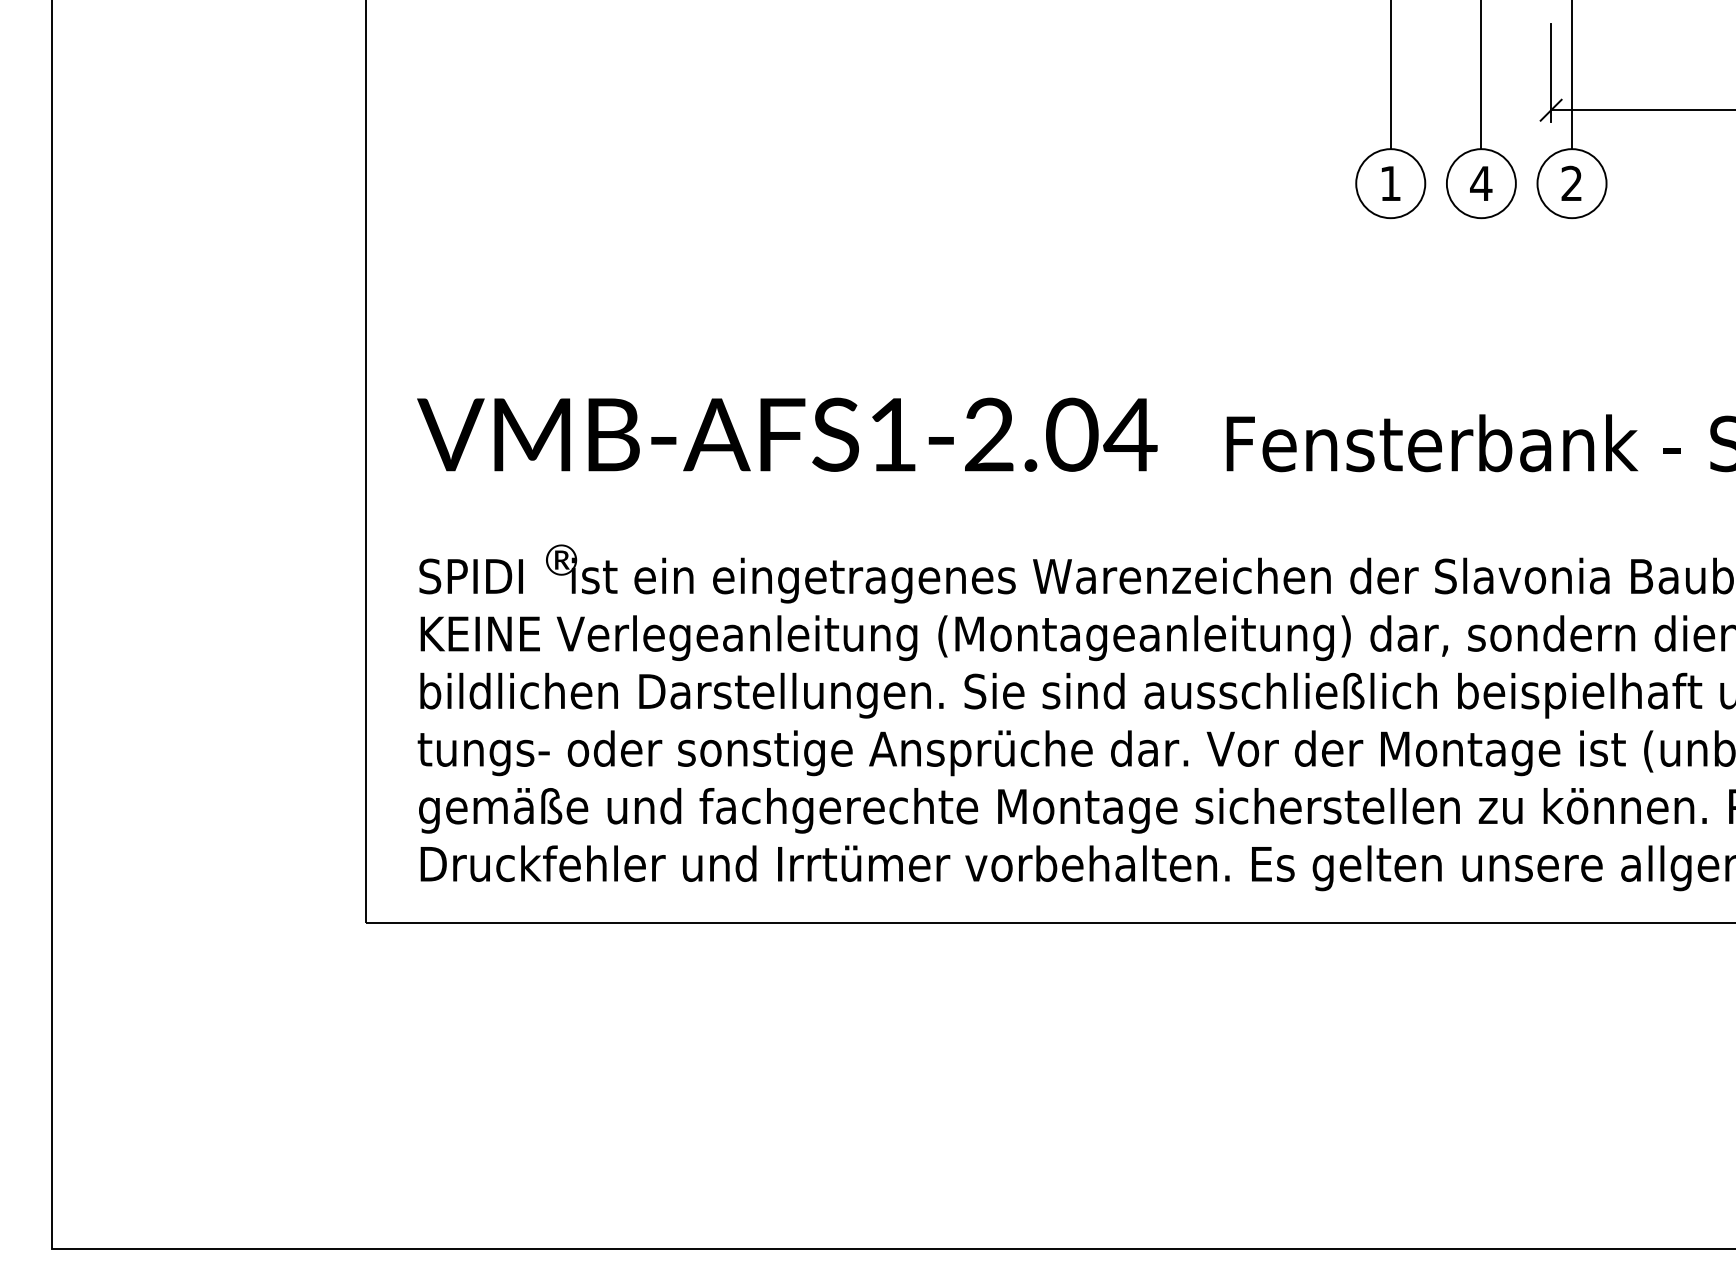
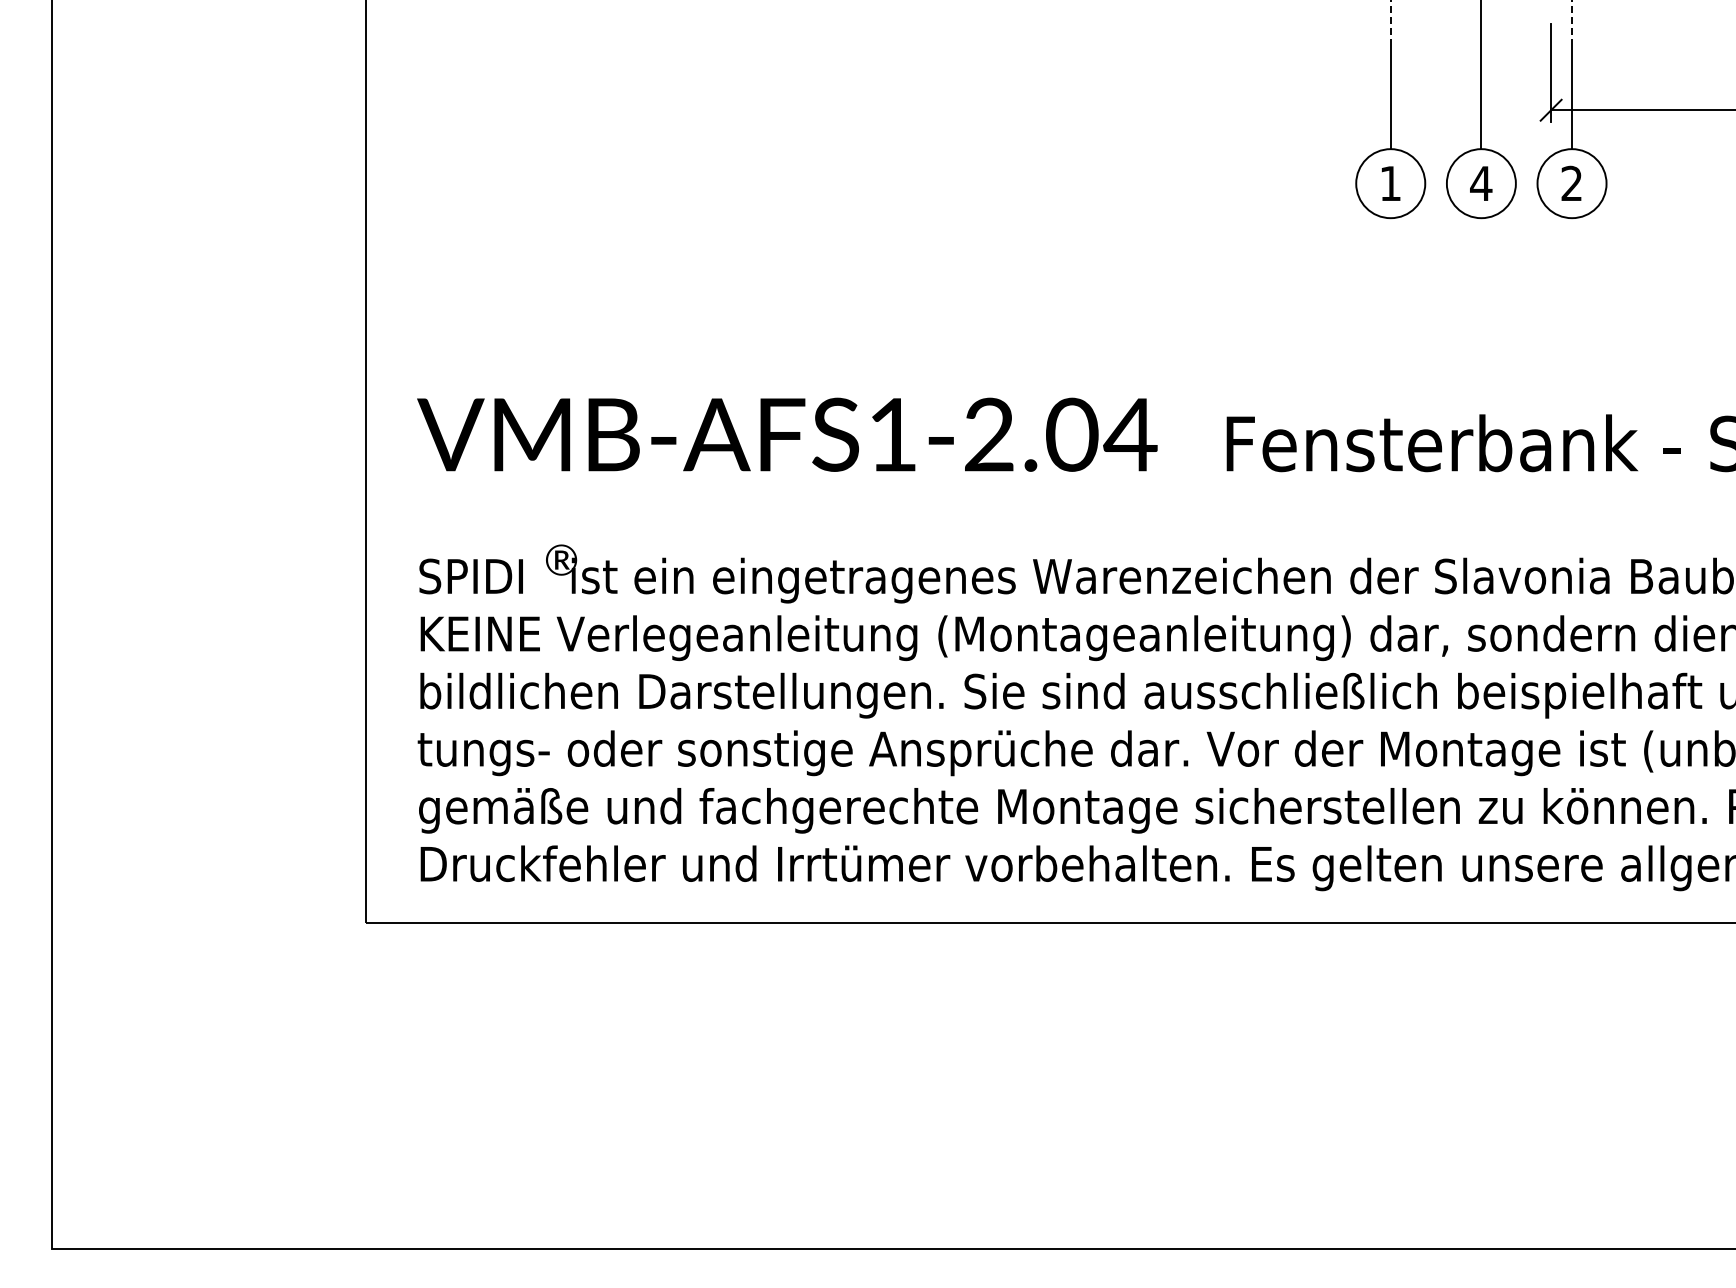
line at (1390, 23): solid -> dashed
line at (1572, 23): solid -> dashed
